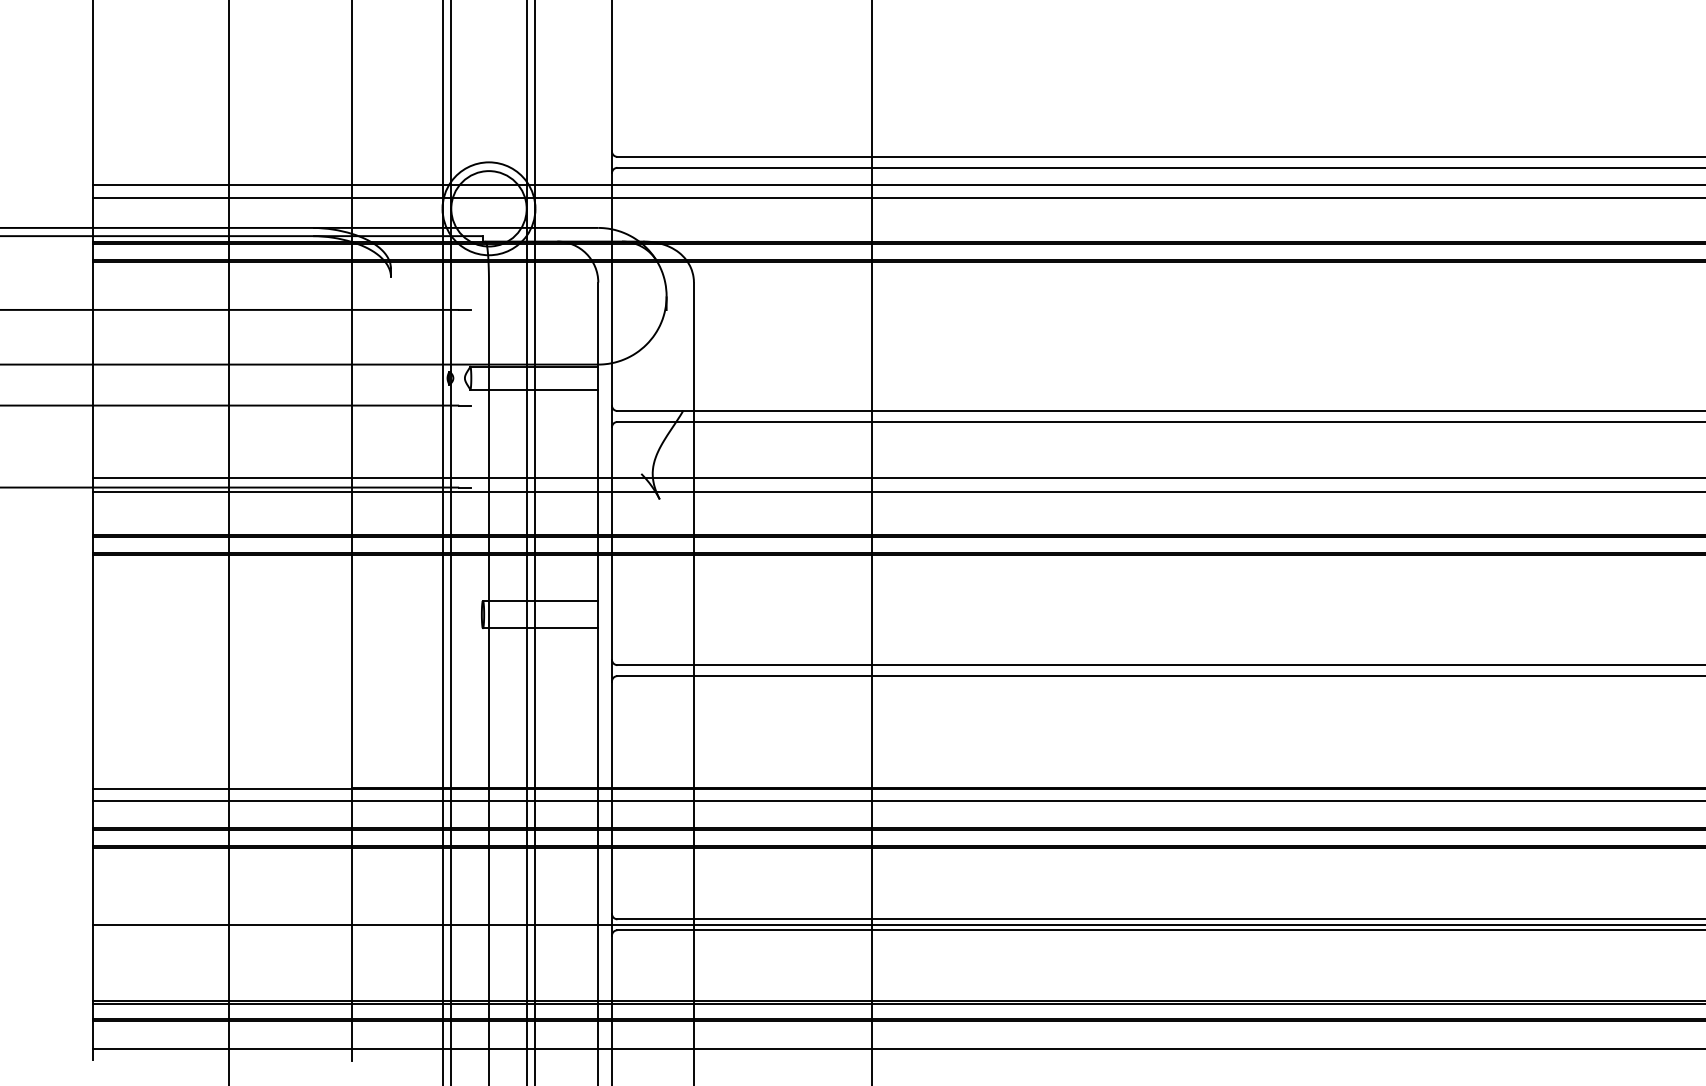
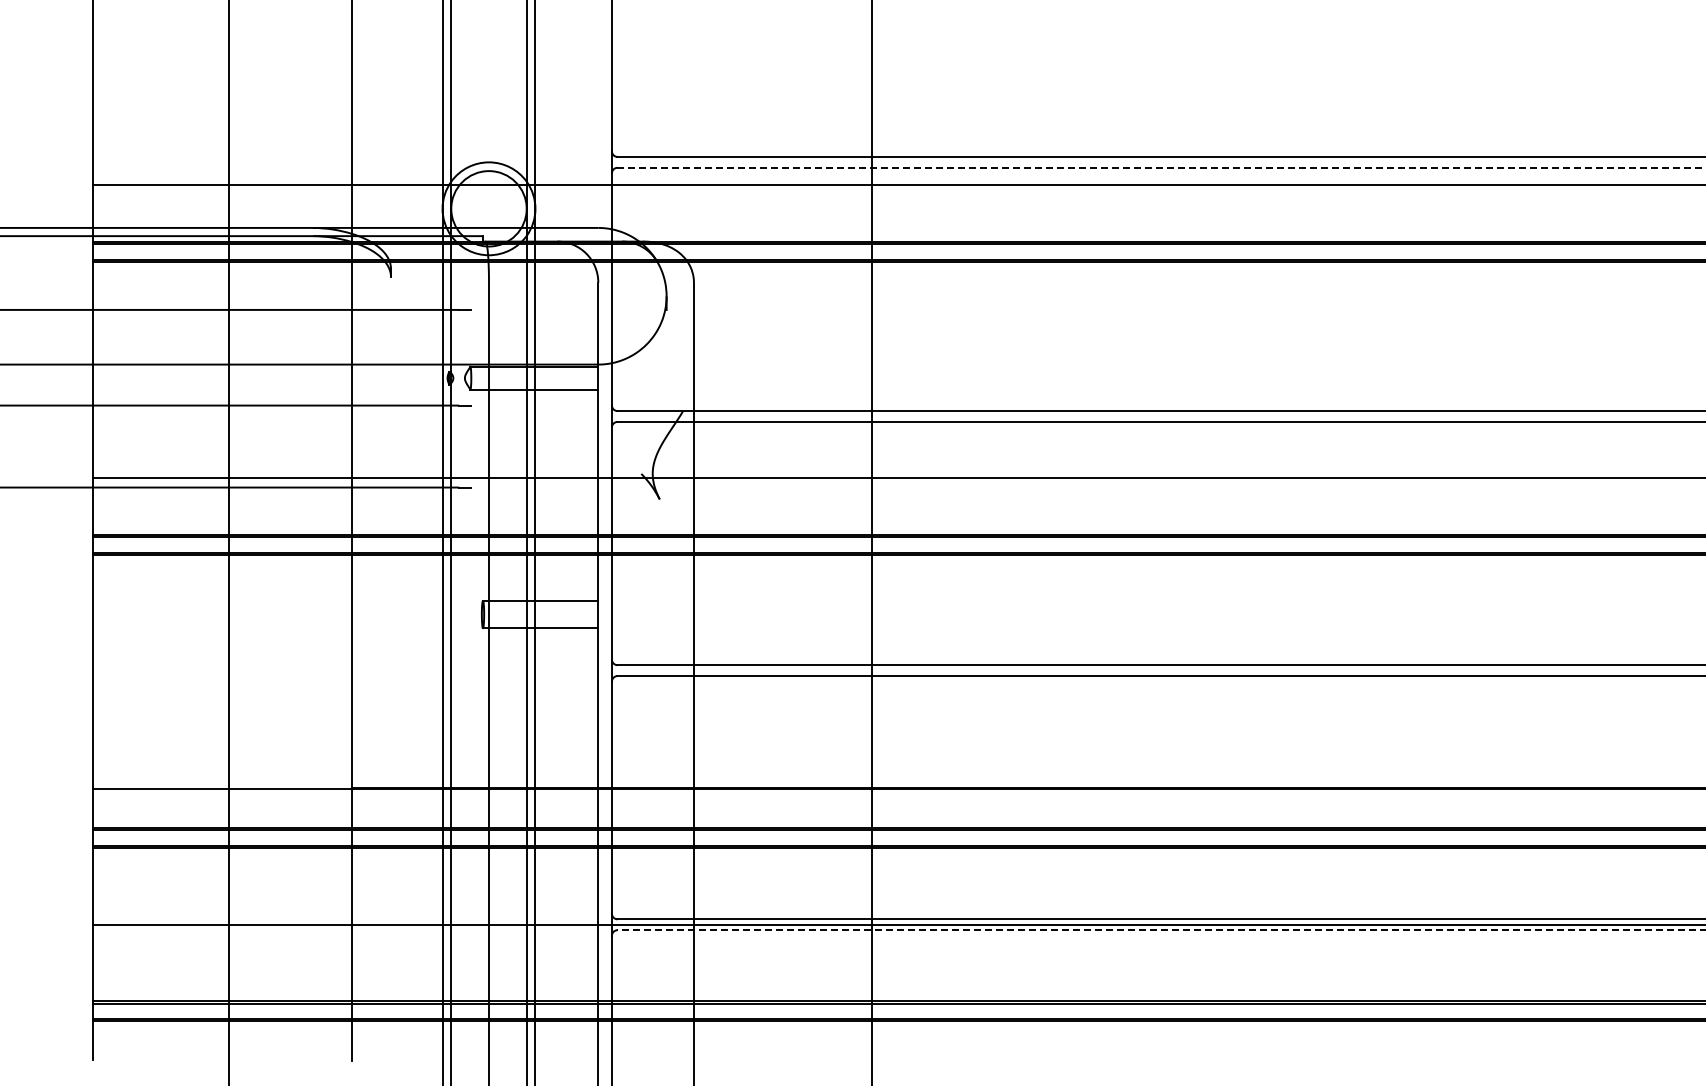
line at (1161, 167): solid -> dashed
line at (897, 198): present -> none
line at (897, 491): present -> none
line at (897, 800): present -> none
line at (1161, 930): solid -> dashed
line at (897, 1048): present -> none
